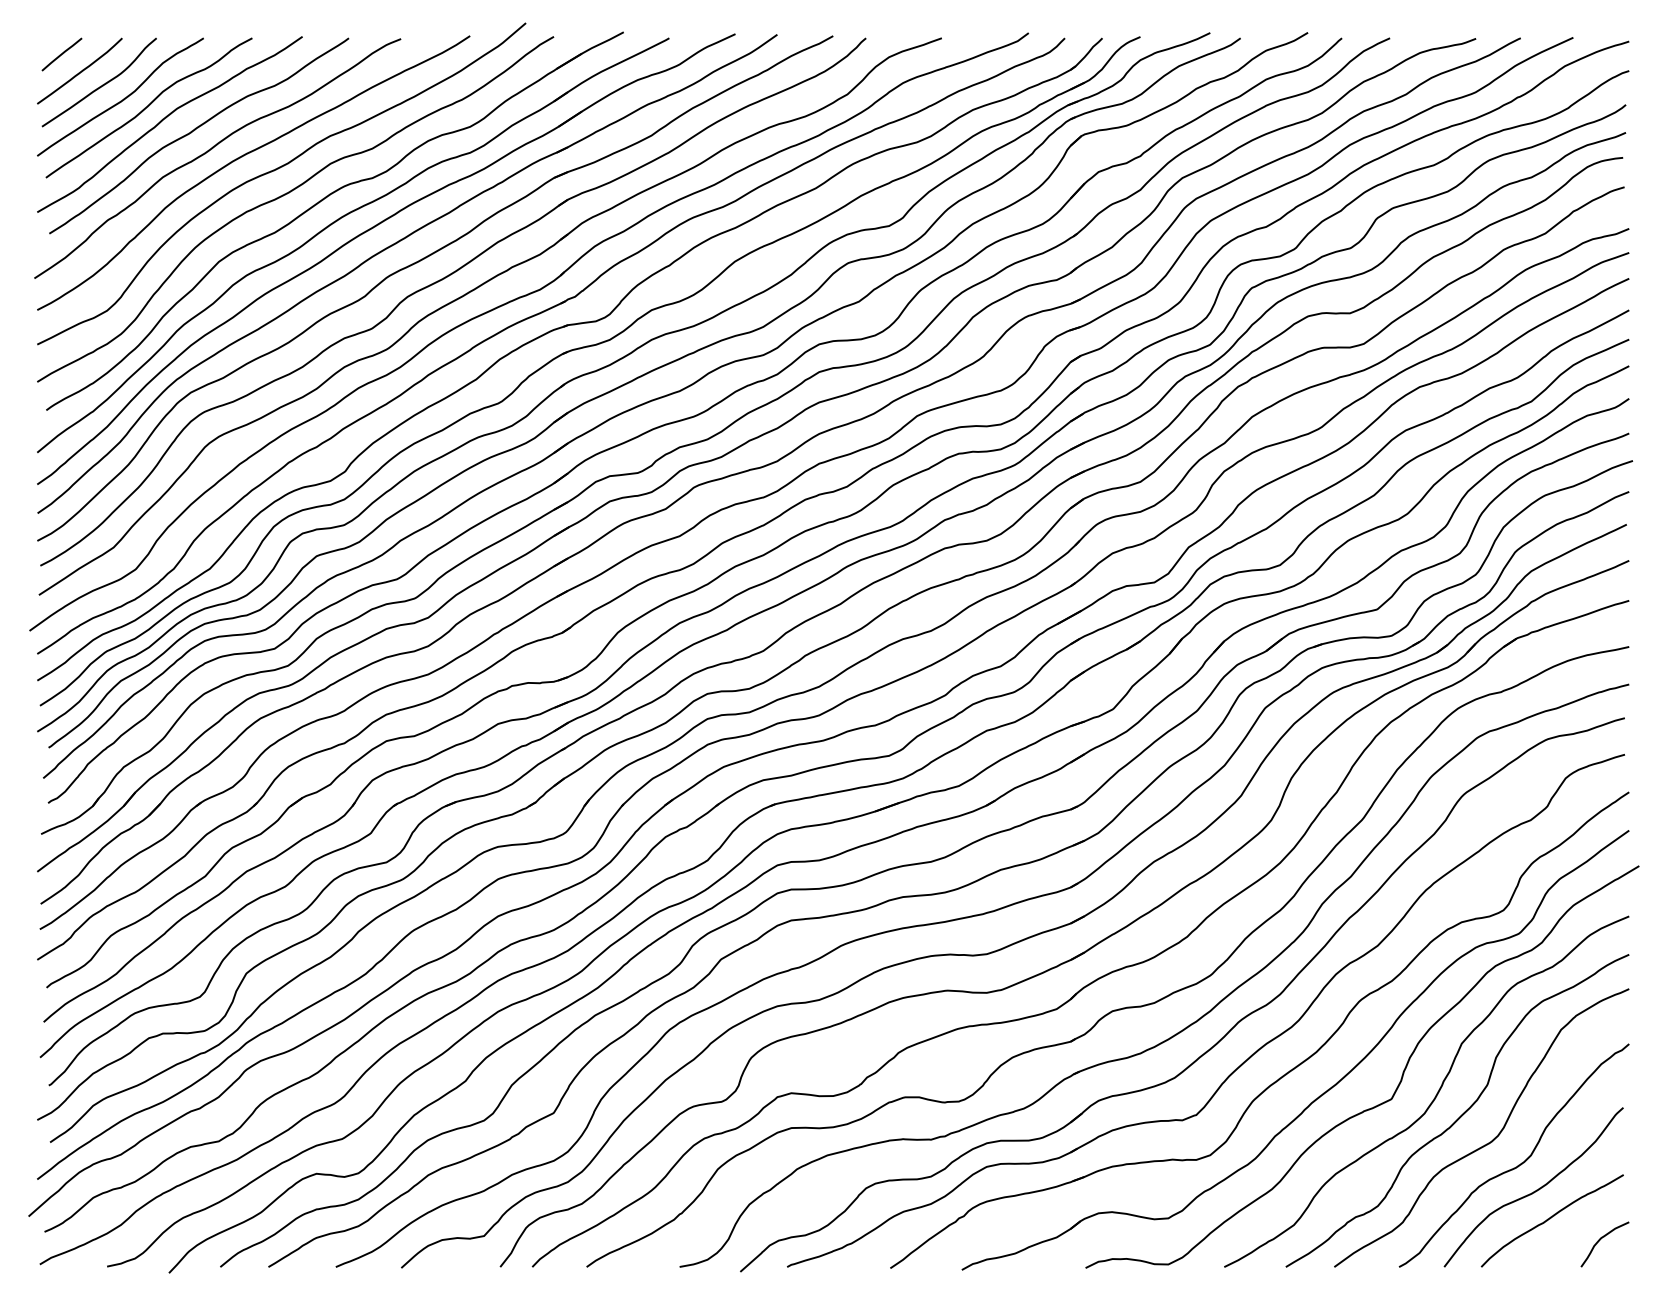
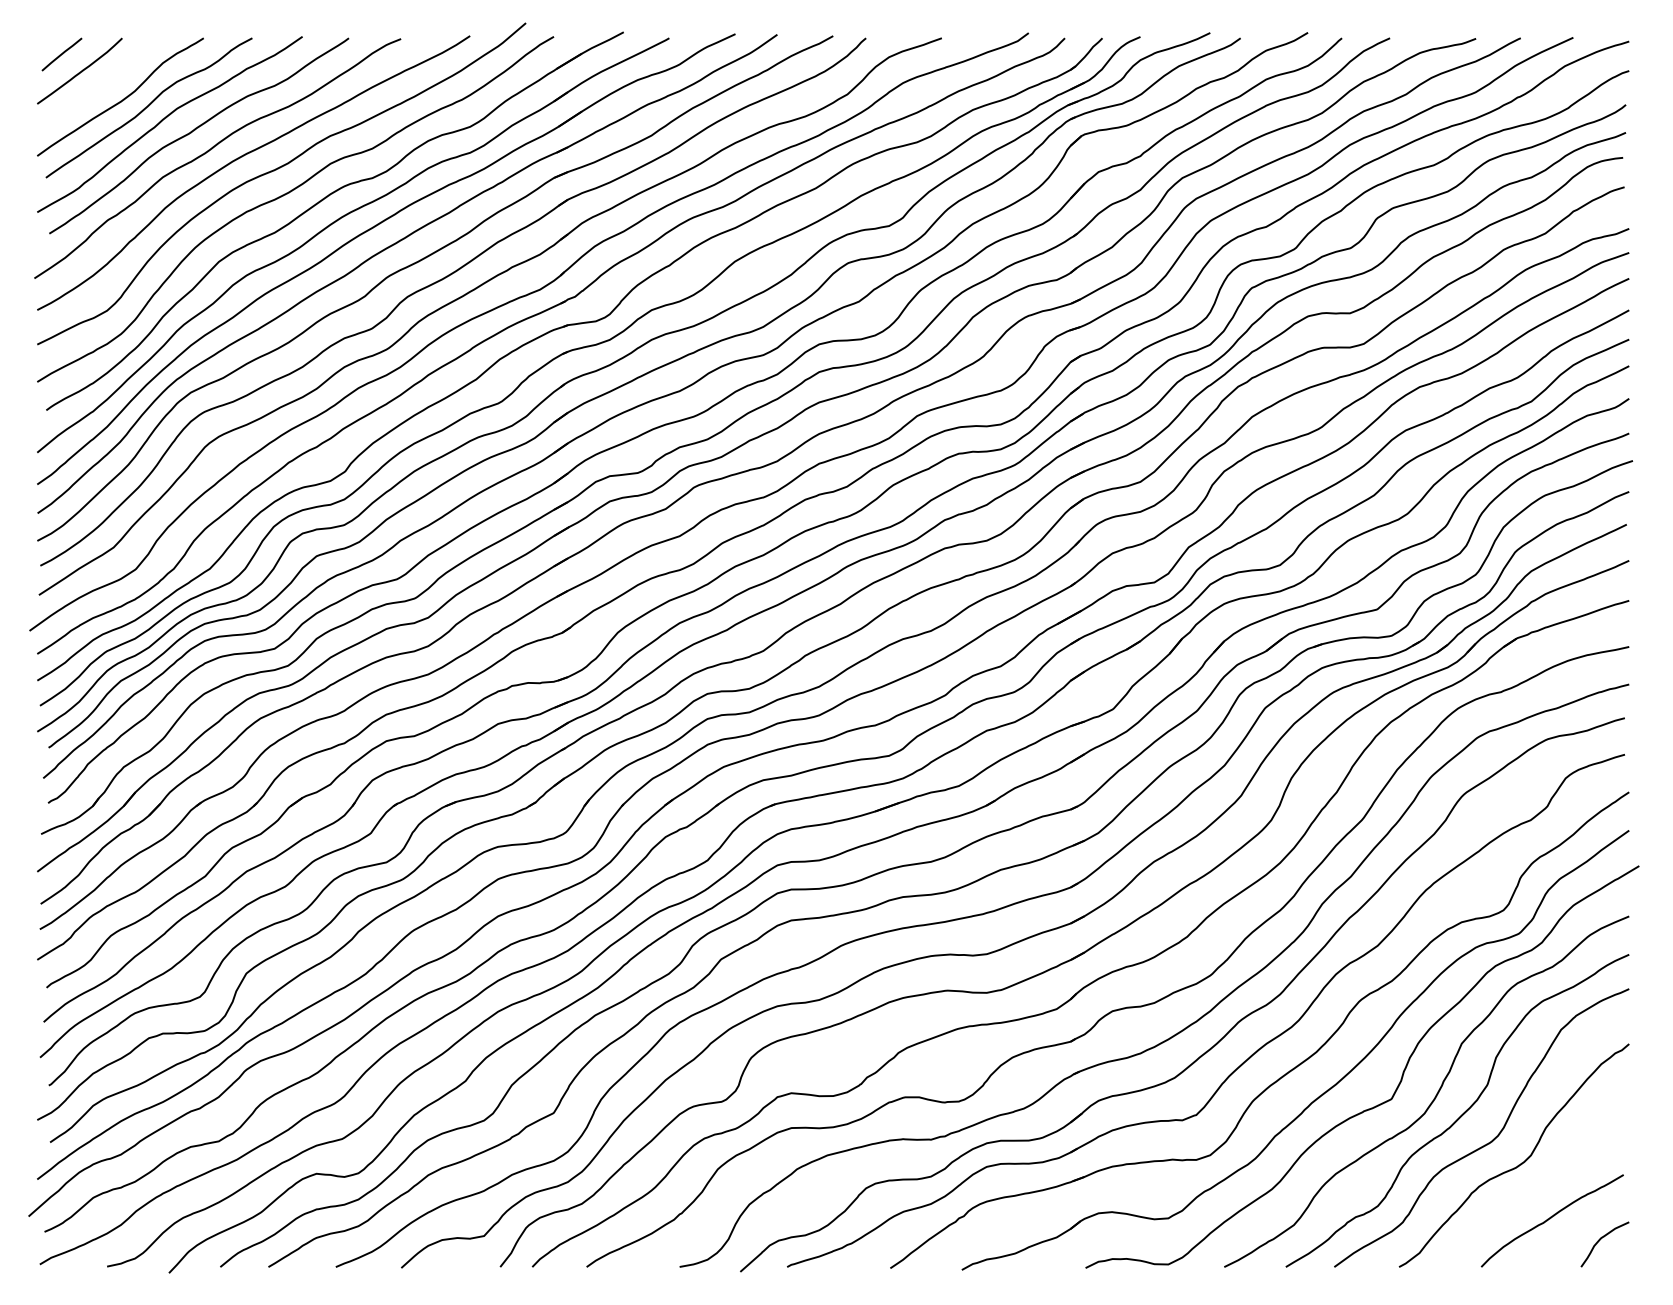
curve at (99, 86): present -> none
curve at (1536, 1189): present -> none
